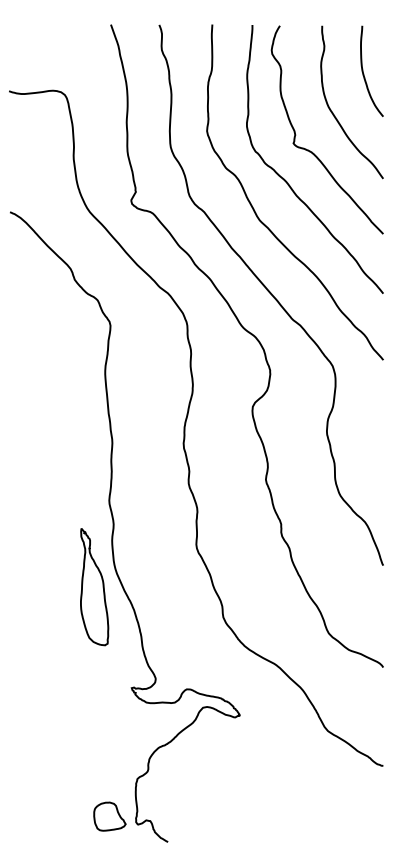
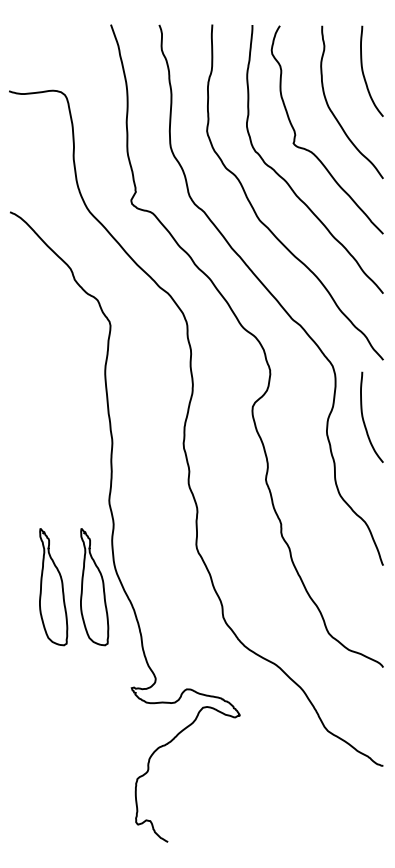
curve at (363, 416): none -> present
part at (53, 587): none -> present
part at (109, 816): present -> none
